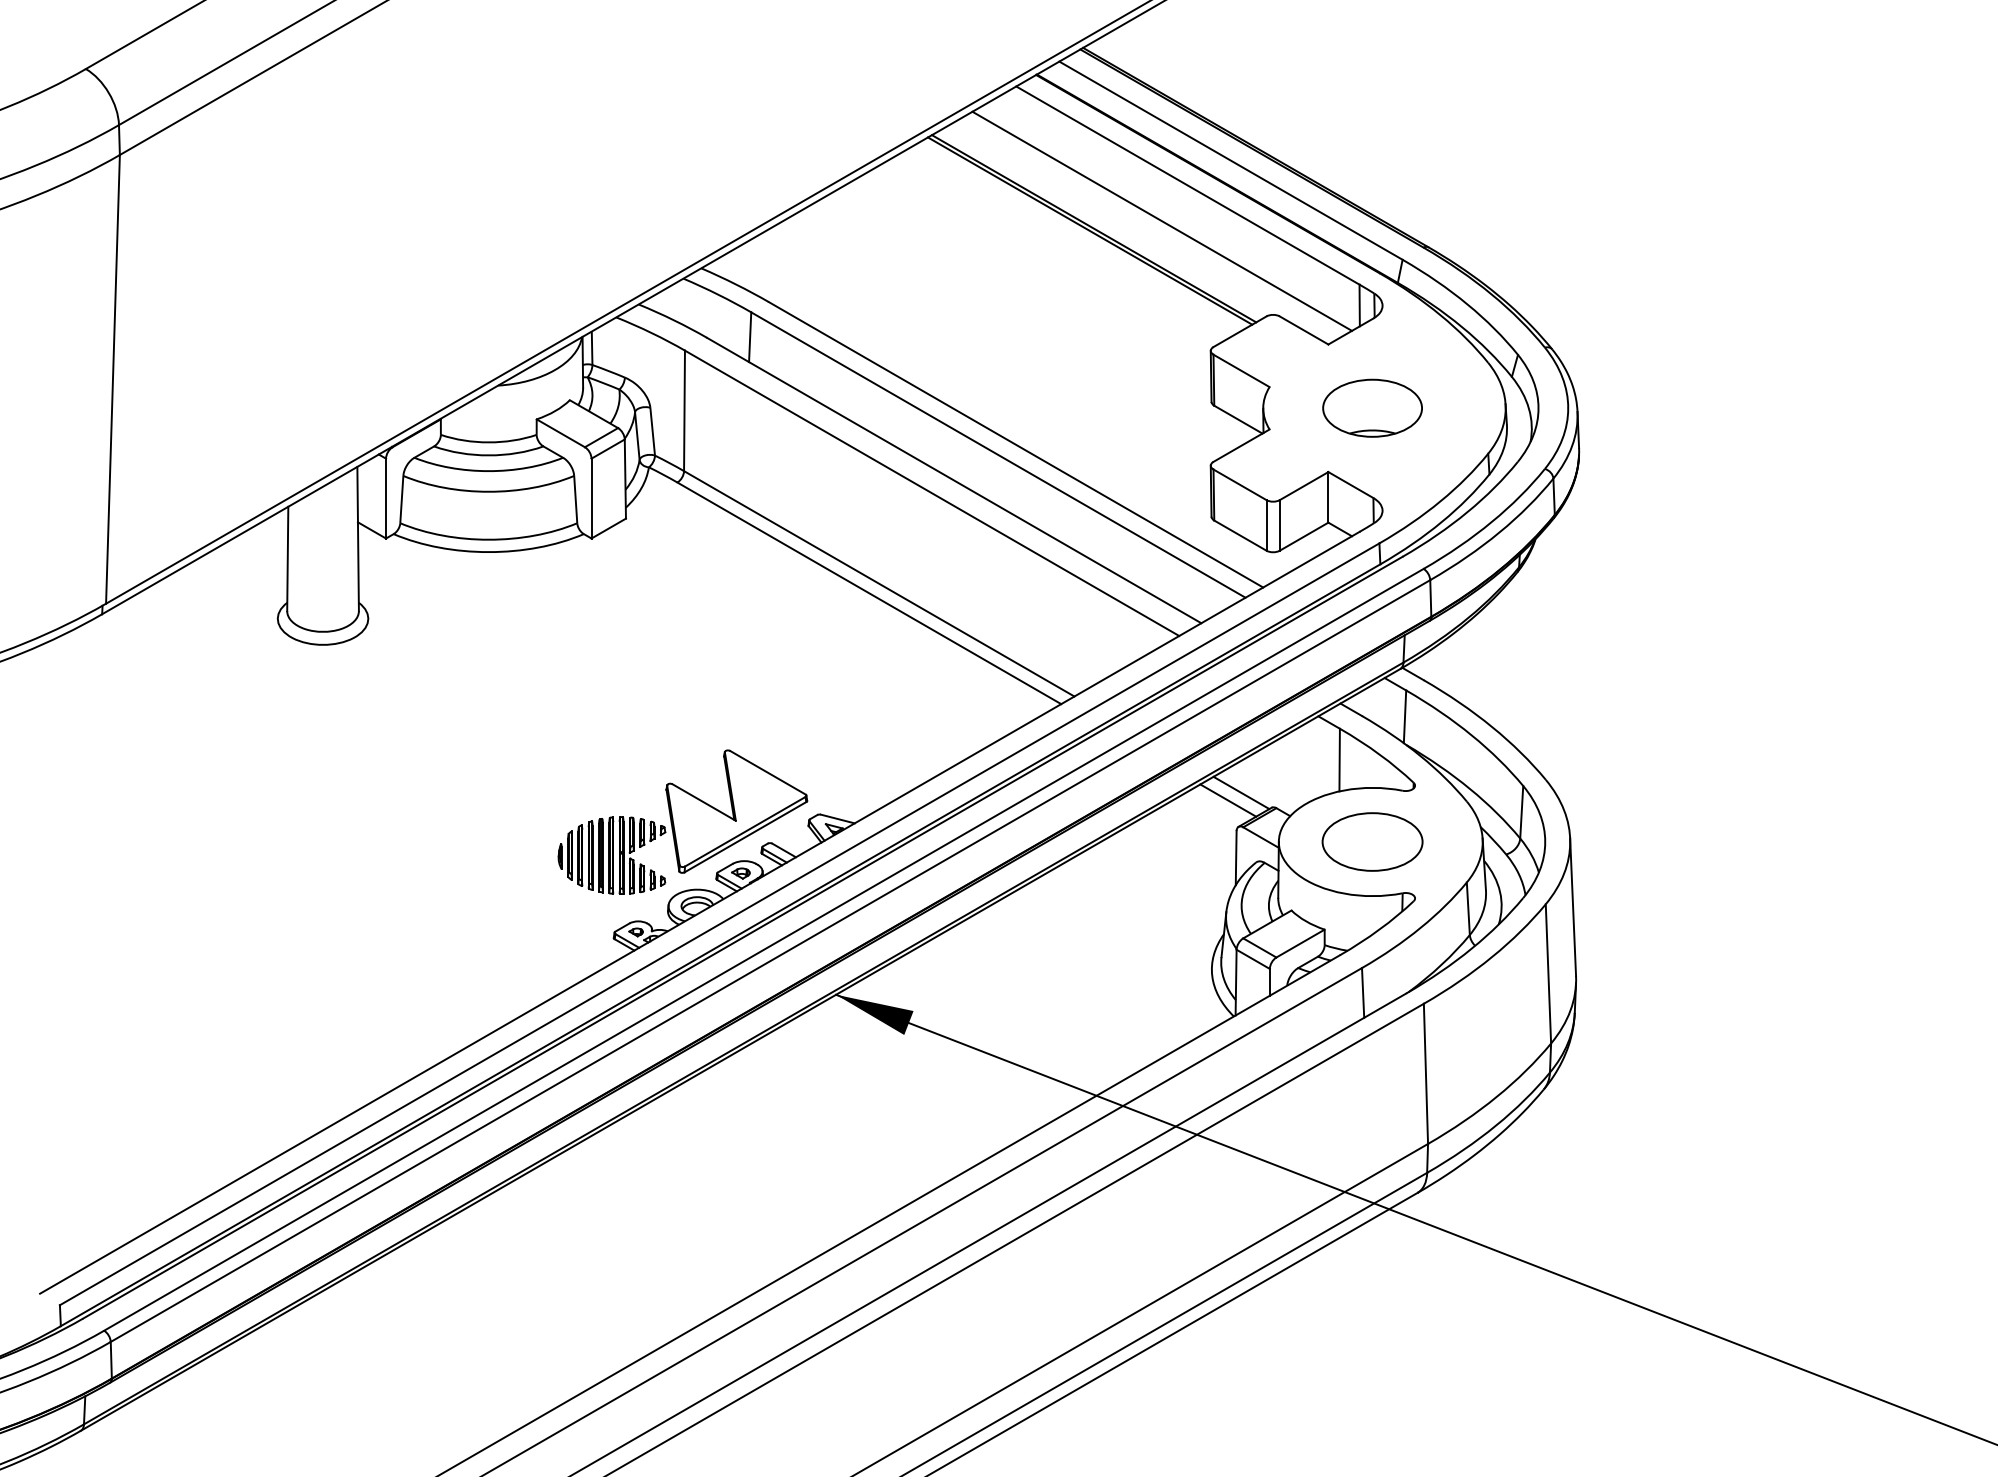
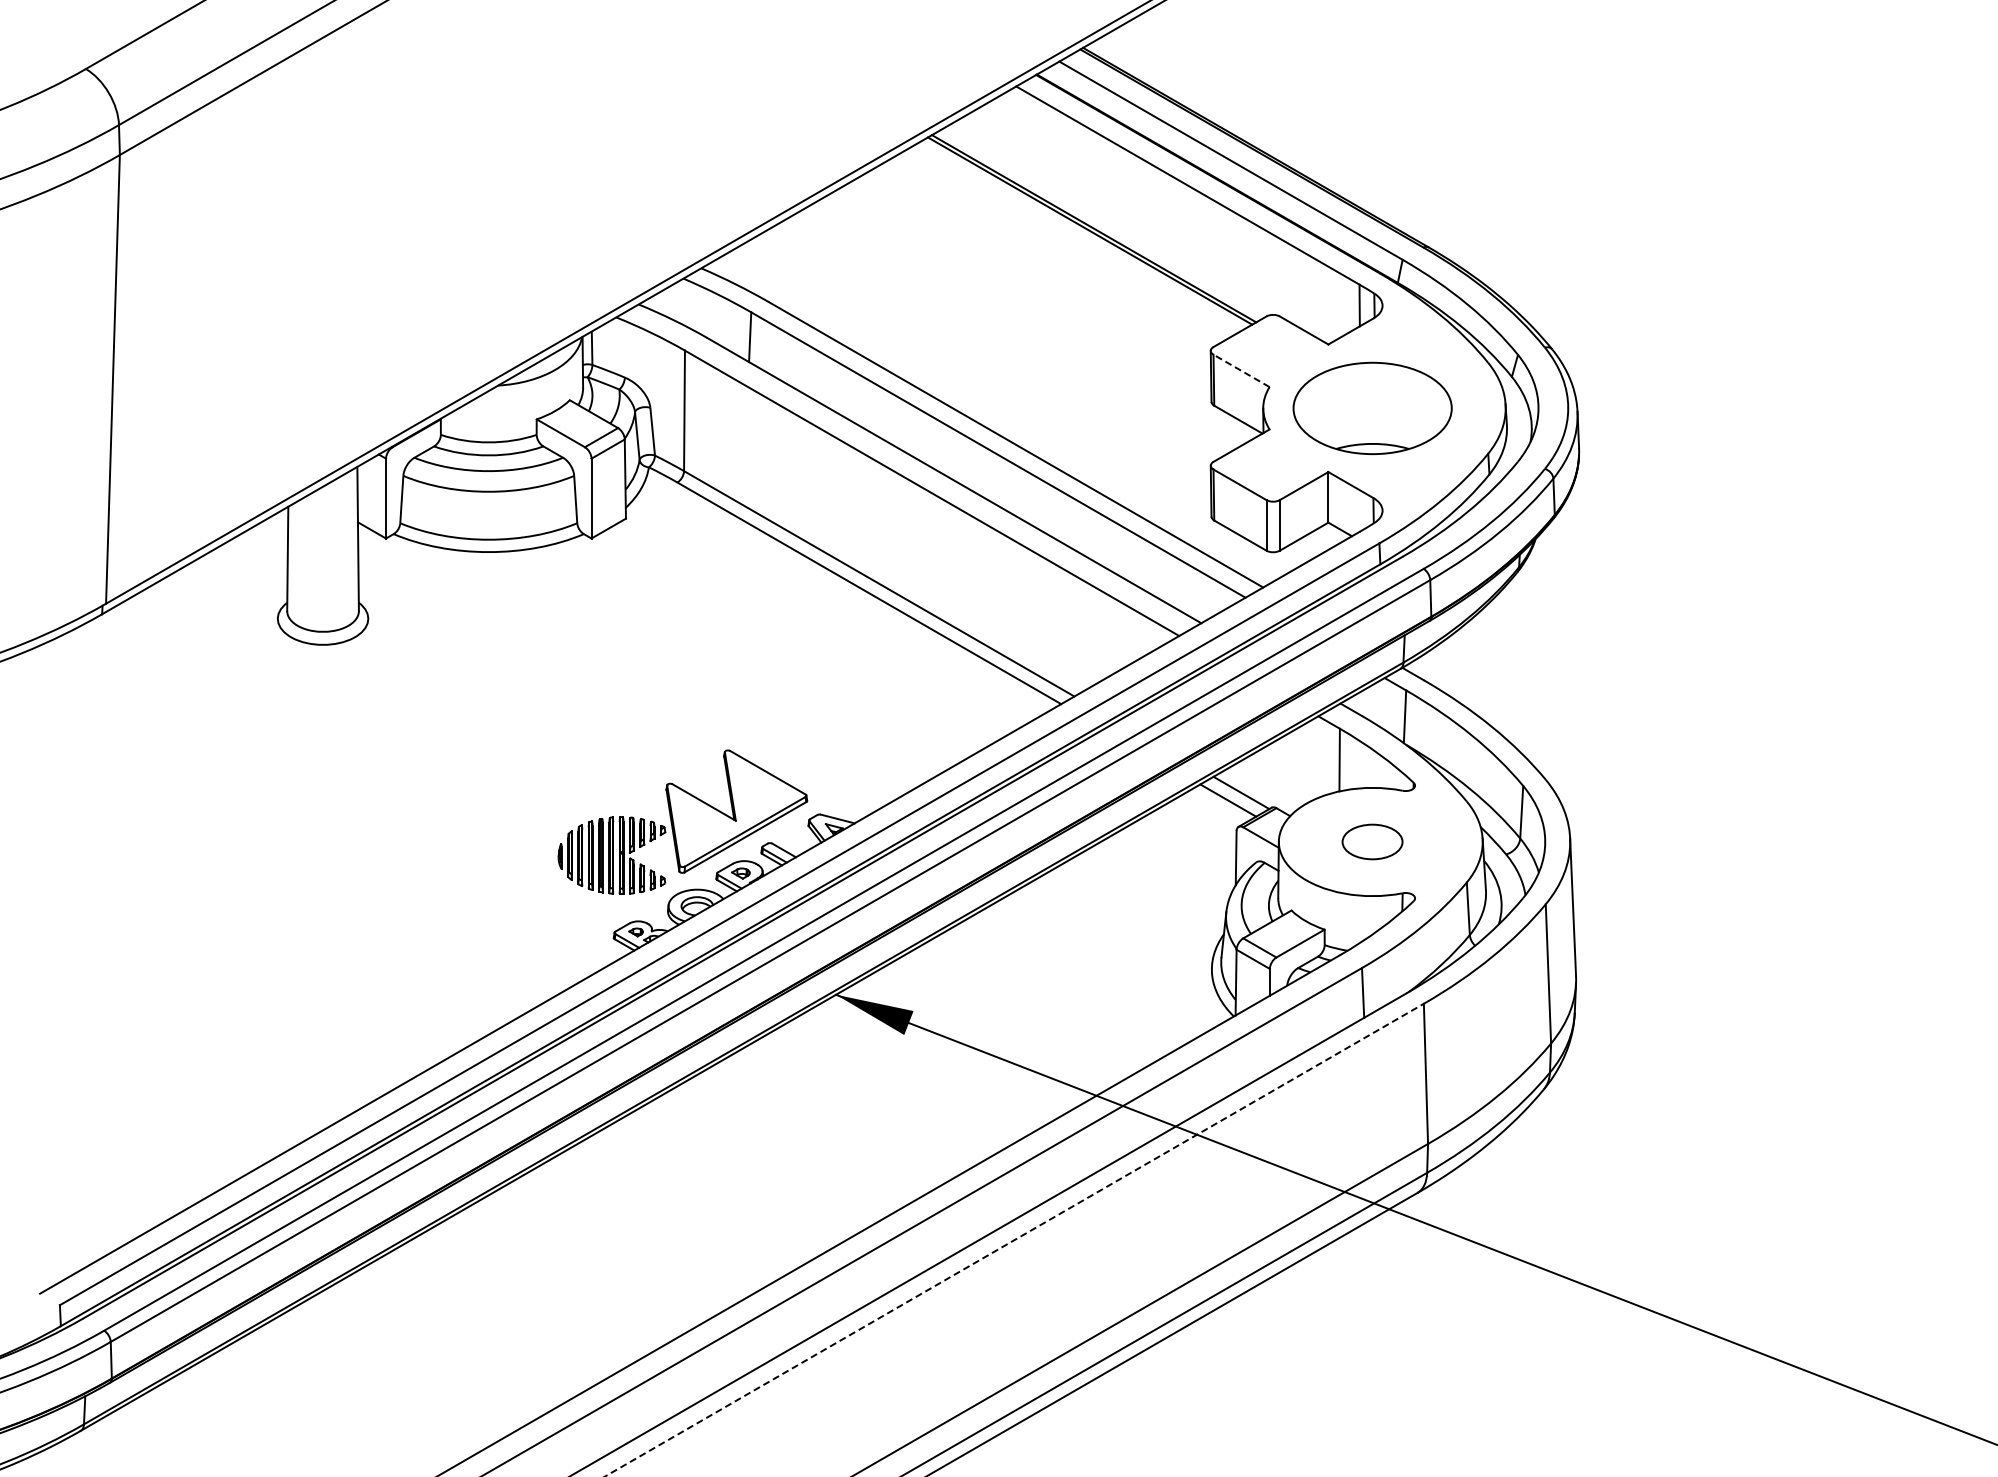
line at (1161, 220): present -> none
line at (1241, 370): solid -> dashed
part at (1372, 407) size: 101x60 px -> 161x94 px
part at (1372, 841) size: 103x60 px -> 63x38 px
line at (1014, 1240): solid -> dashed
